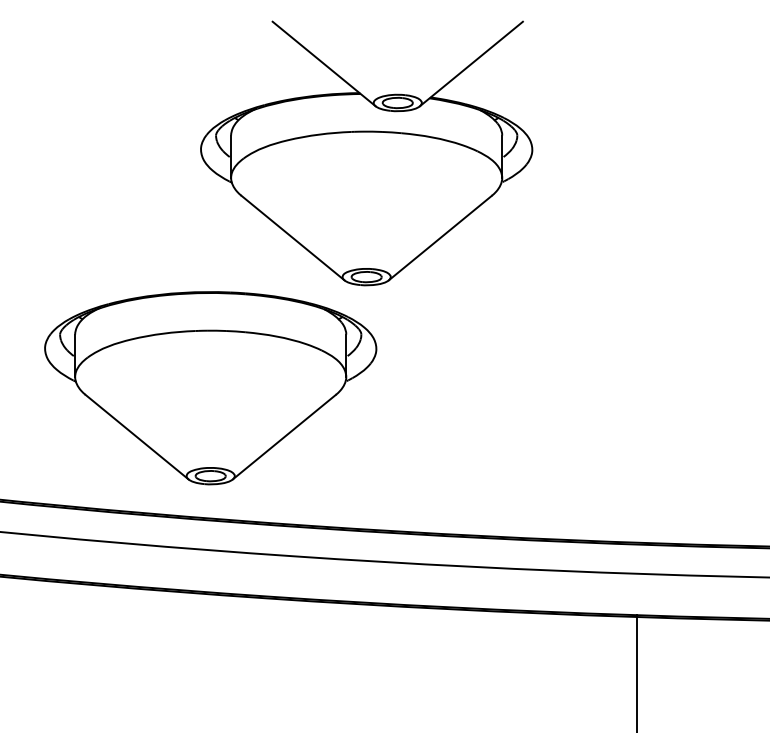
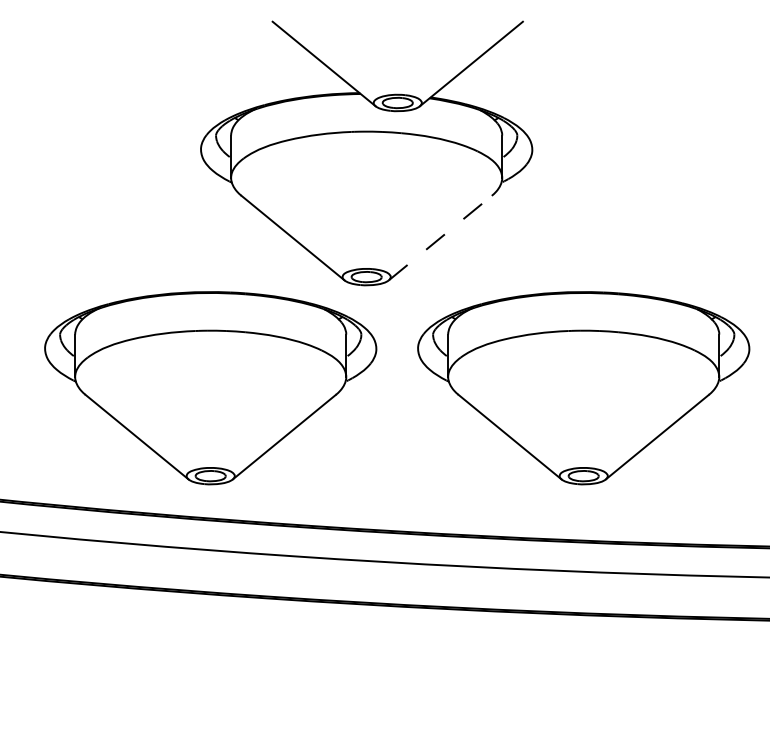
line at (440, 238): solid -> dashed
part at (583, 388): none -> present
line at (636, 671): present -> none
